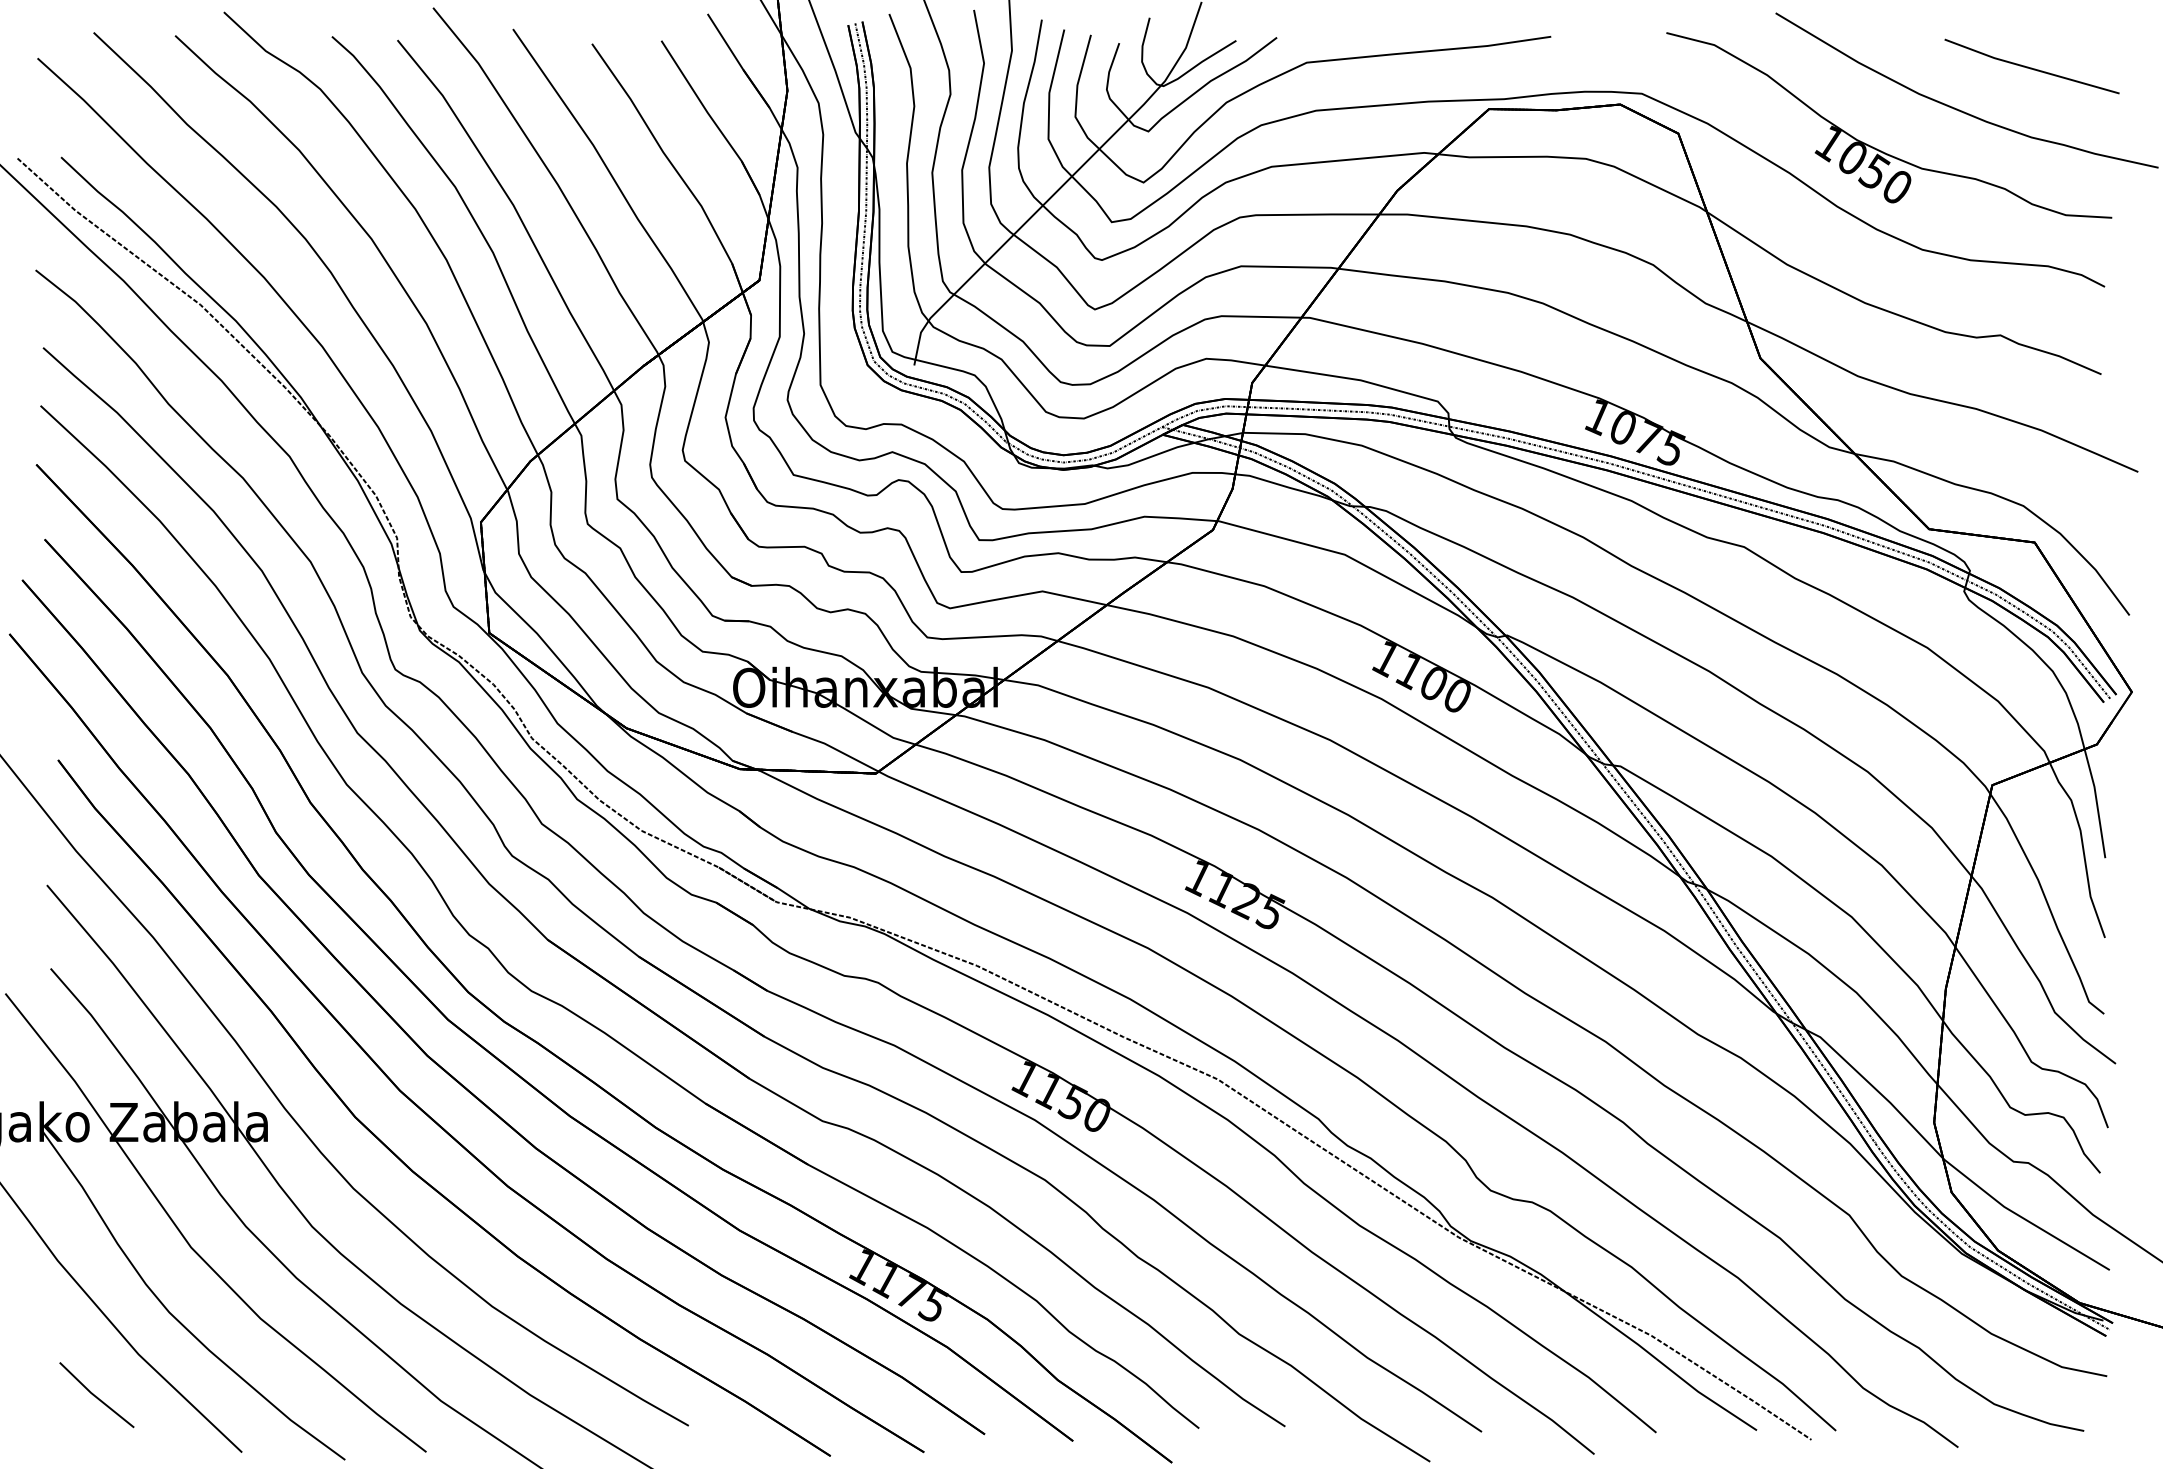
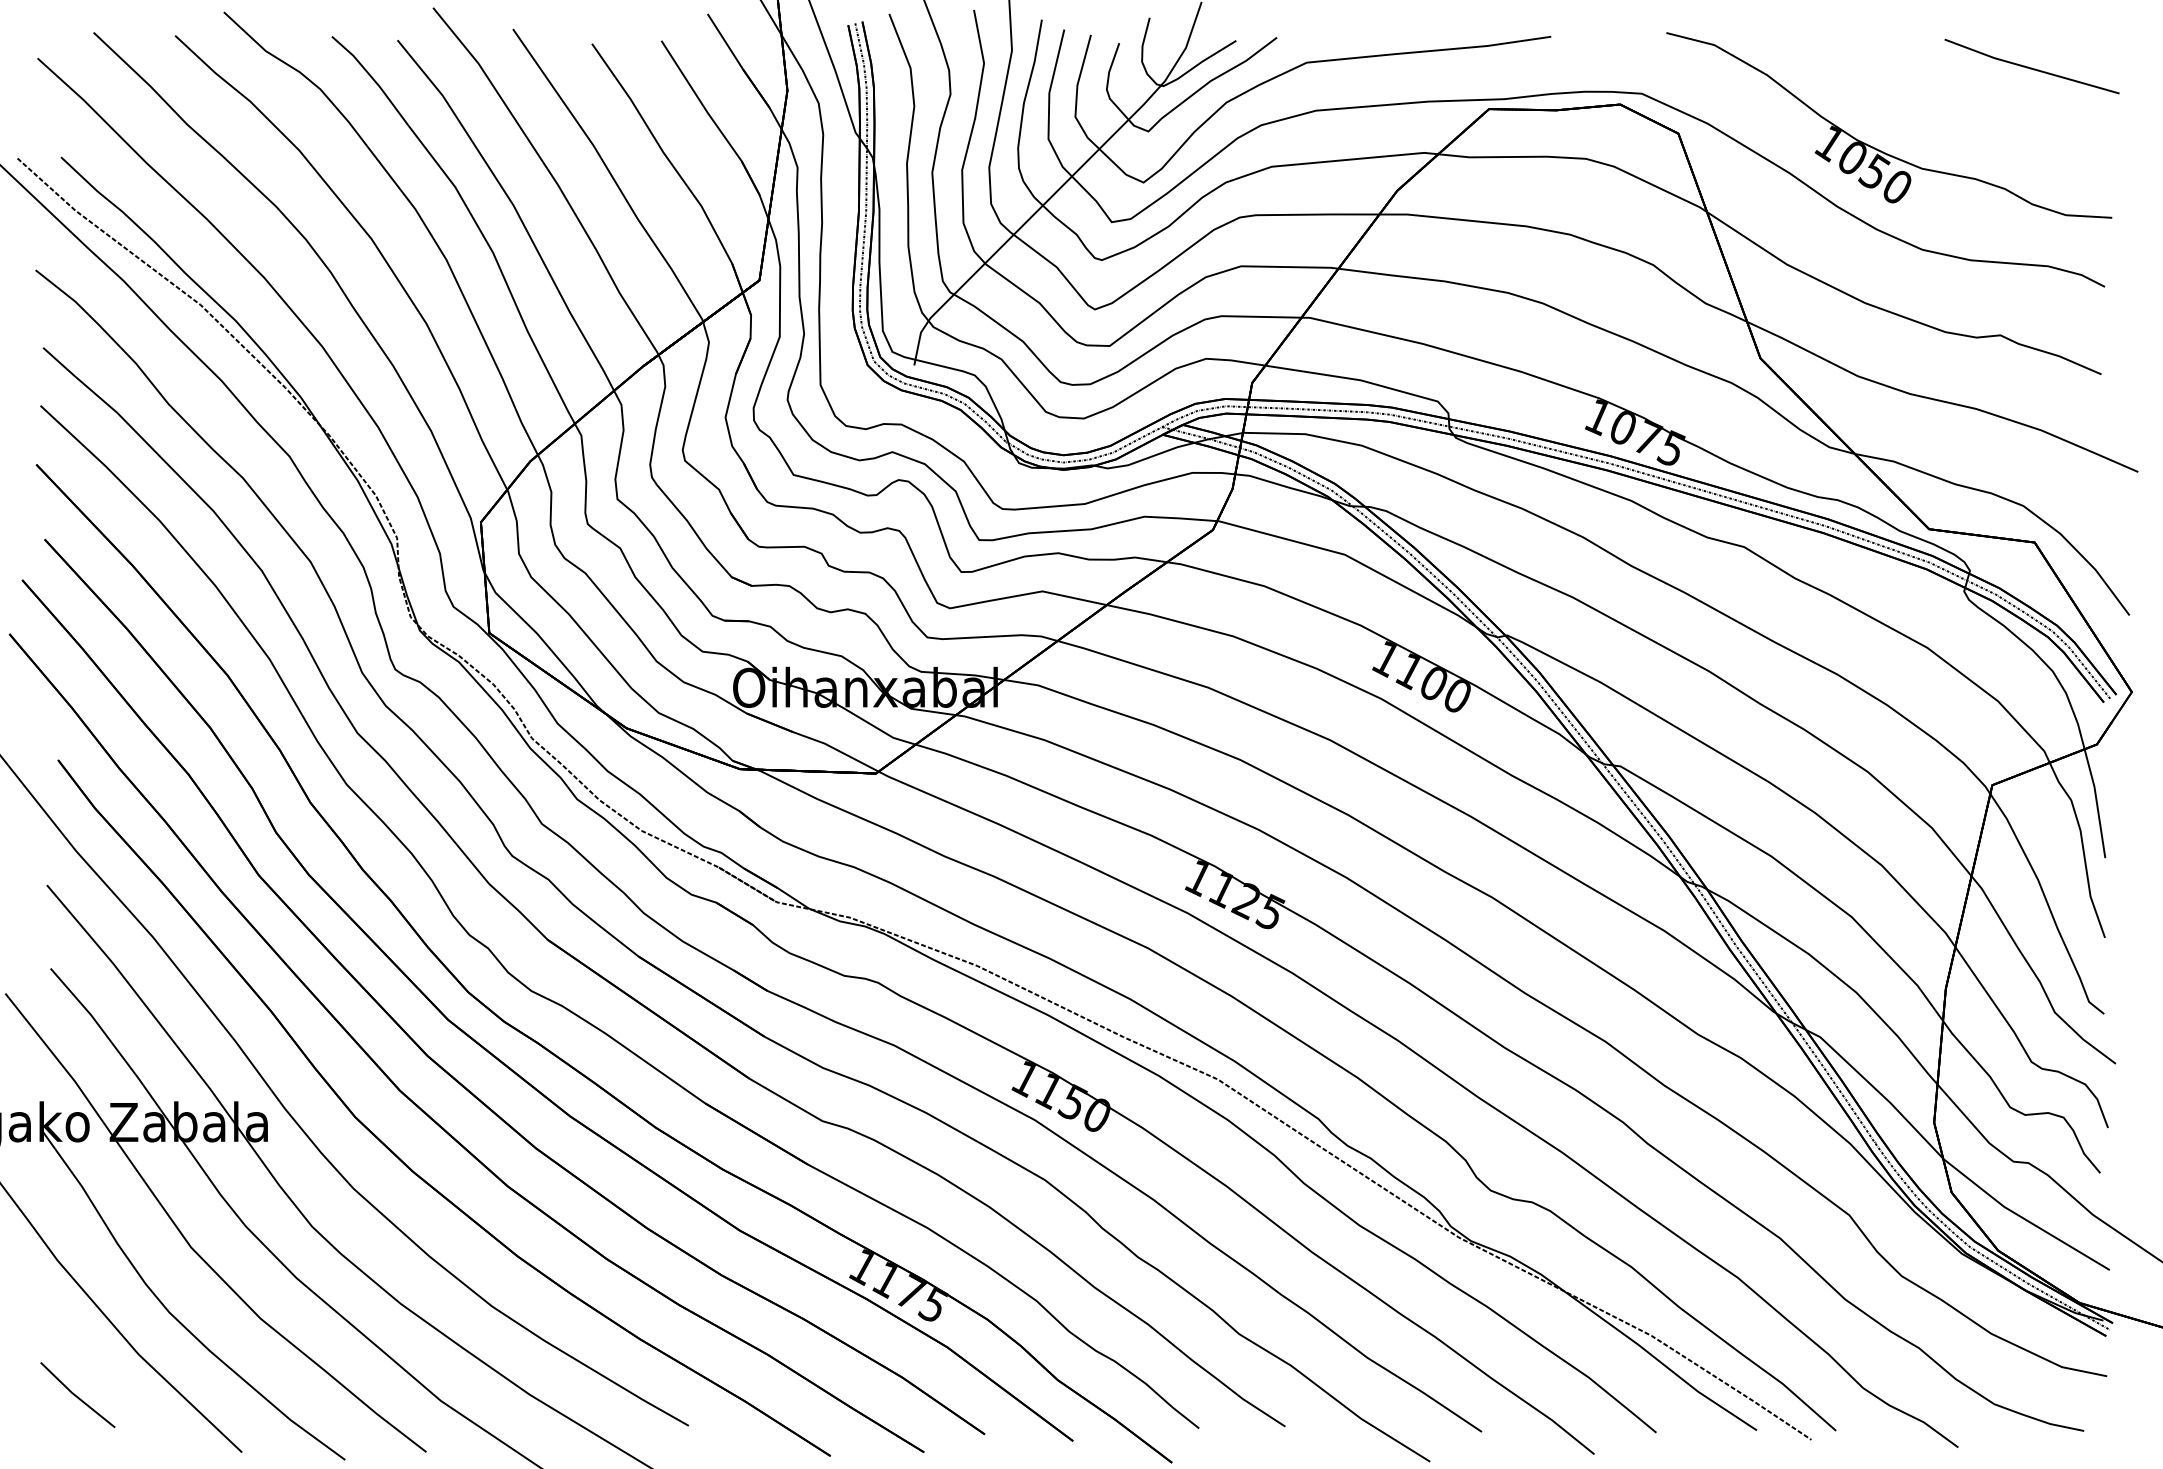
curve at (1957, 108): present -> none
line at (95, 1395) position: (95, 1395) -> (76, 1395)
